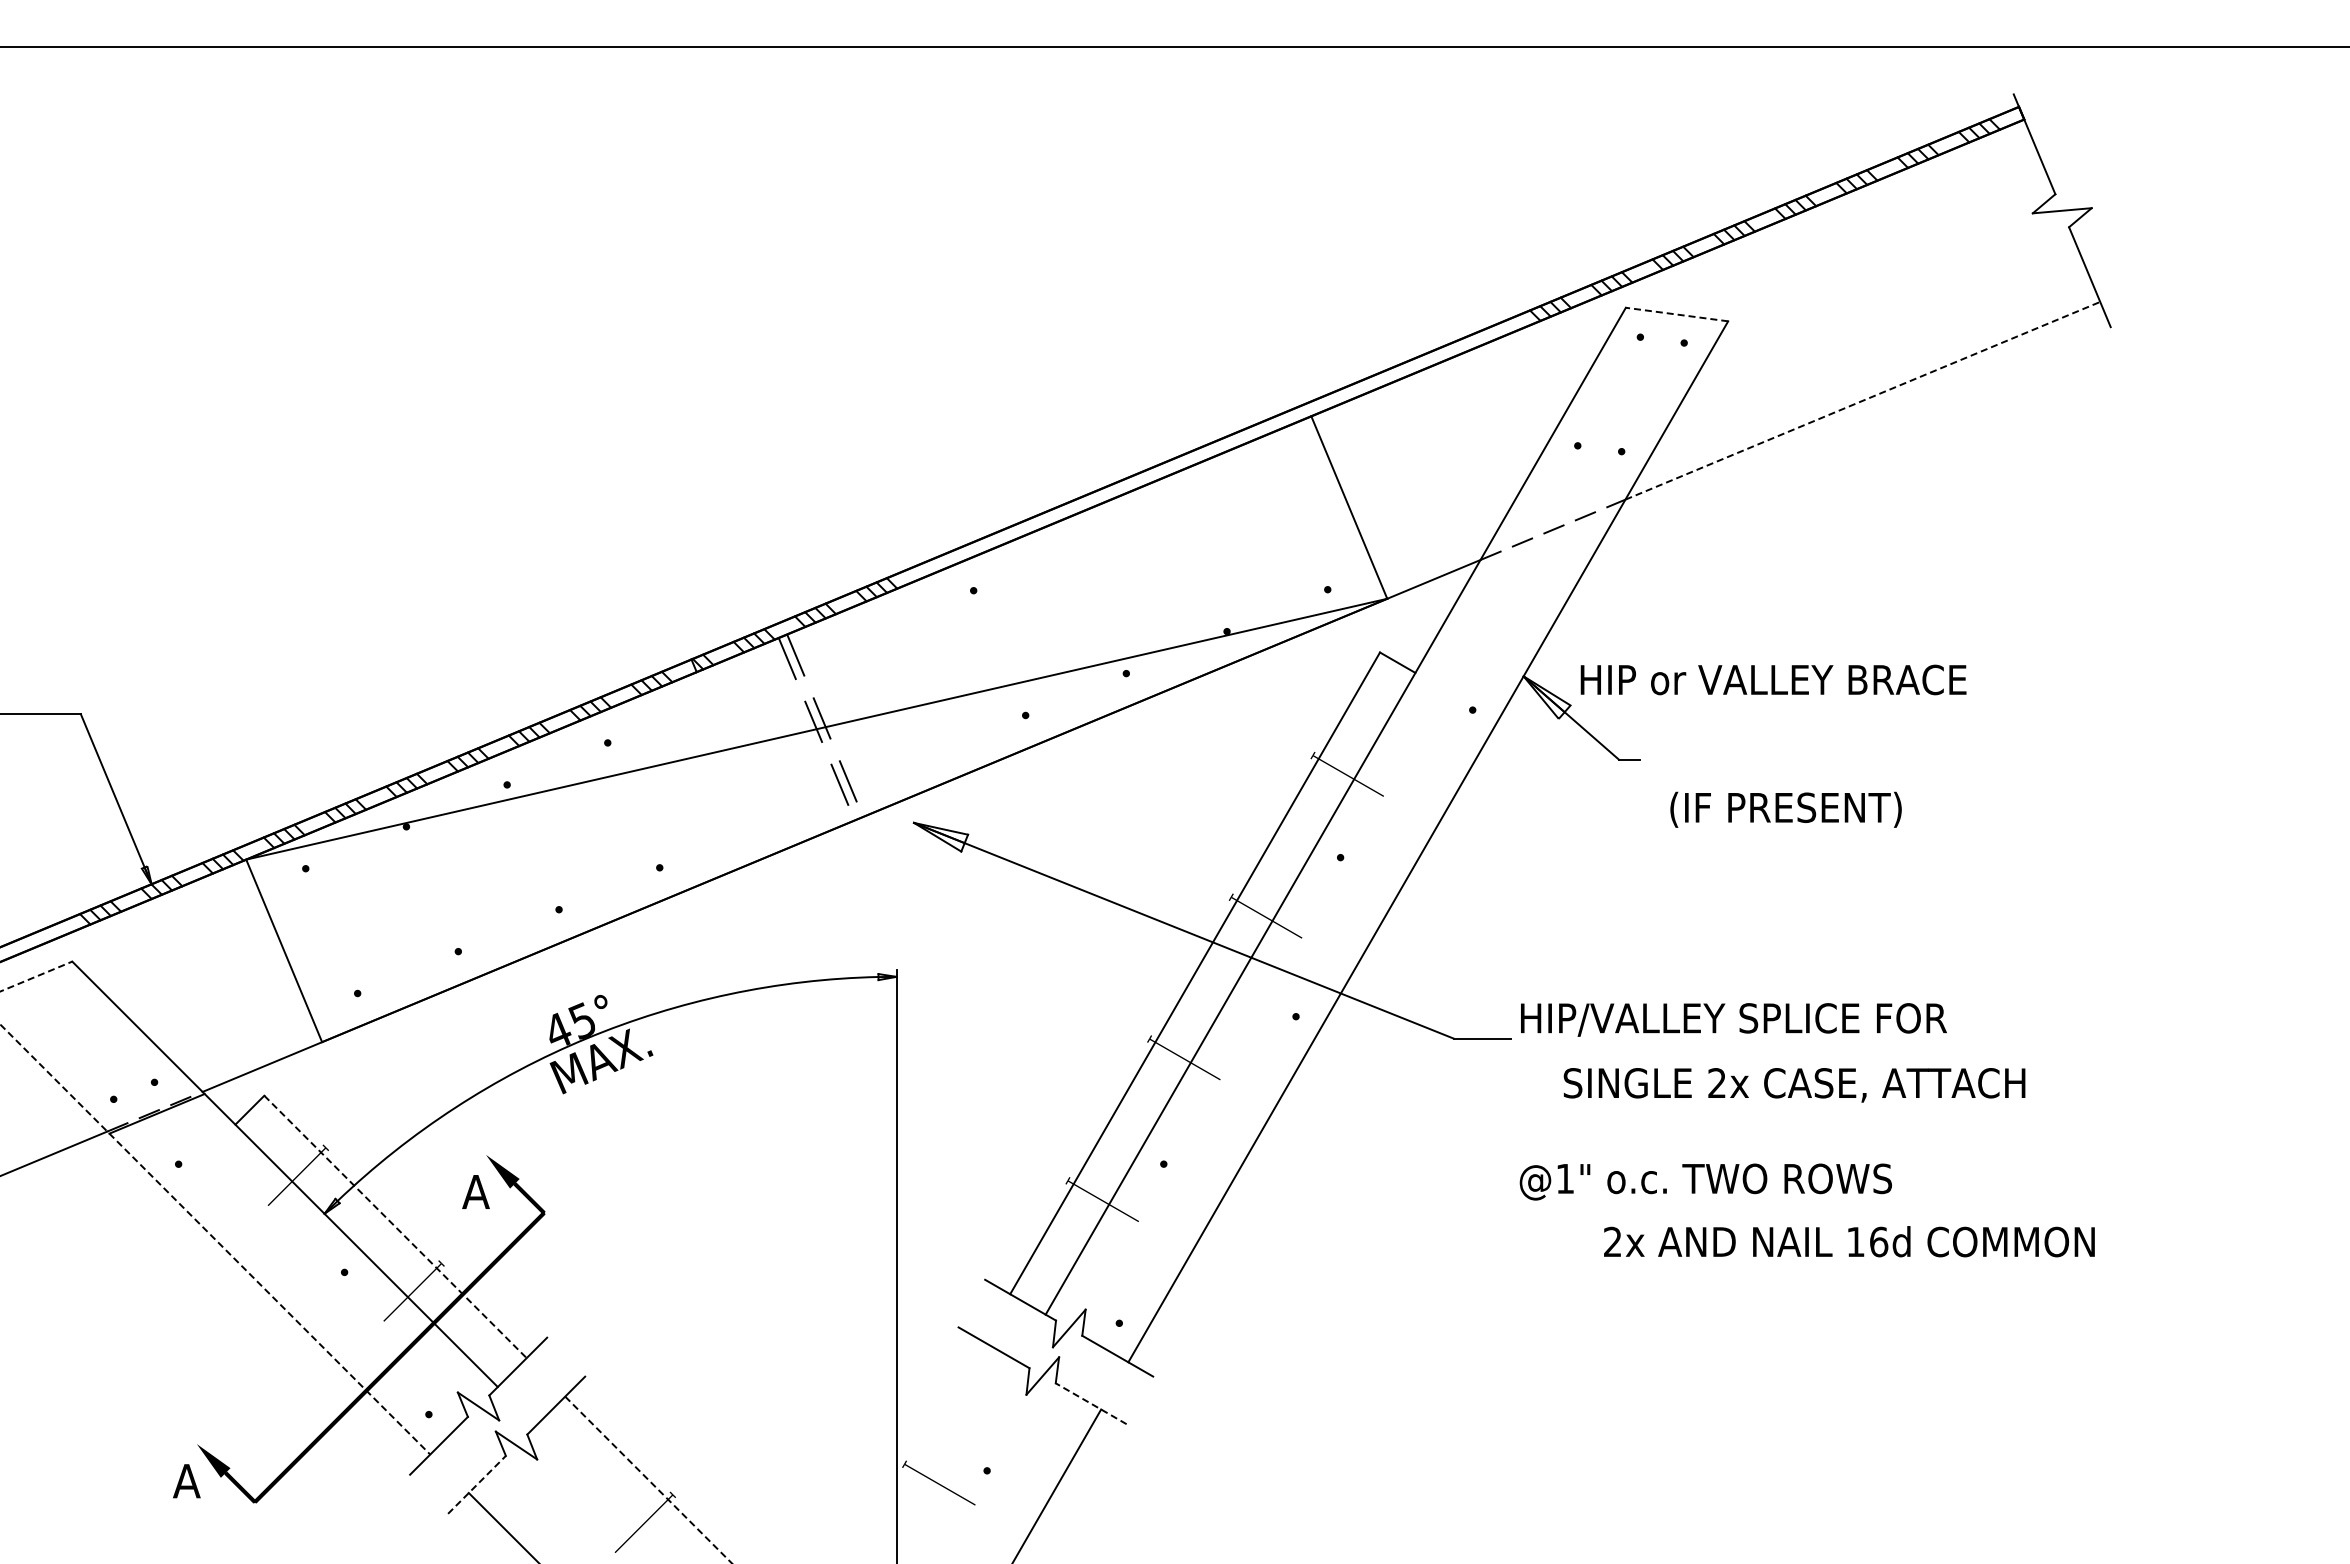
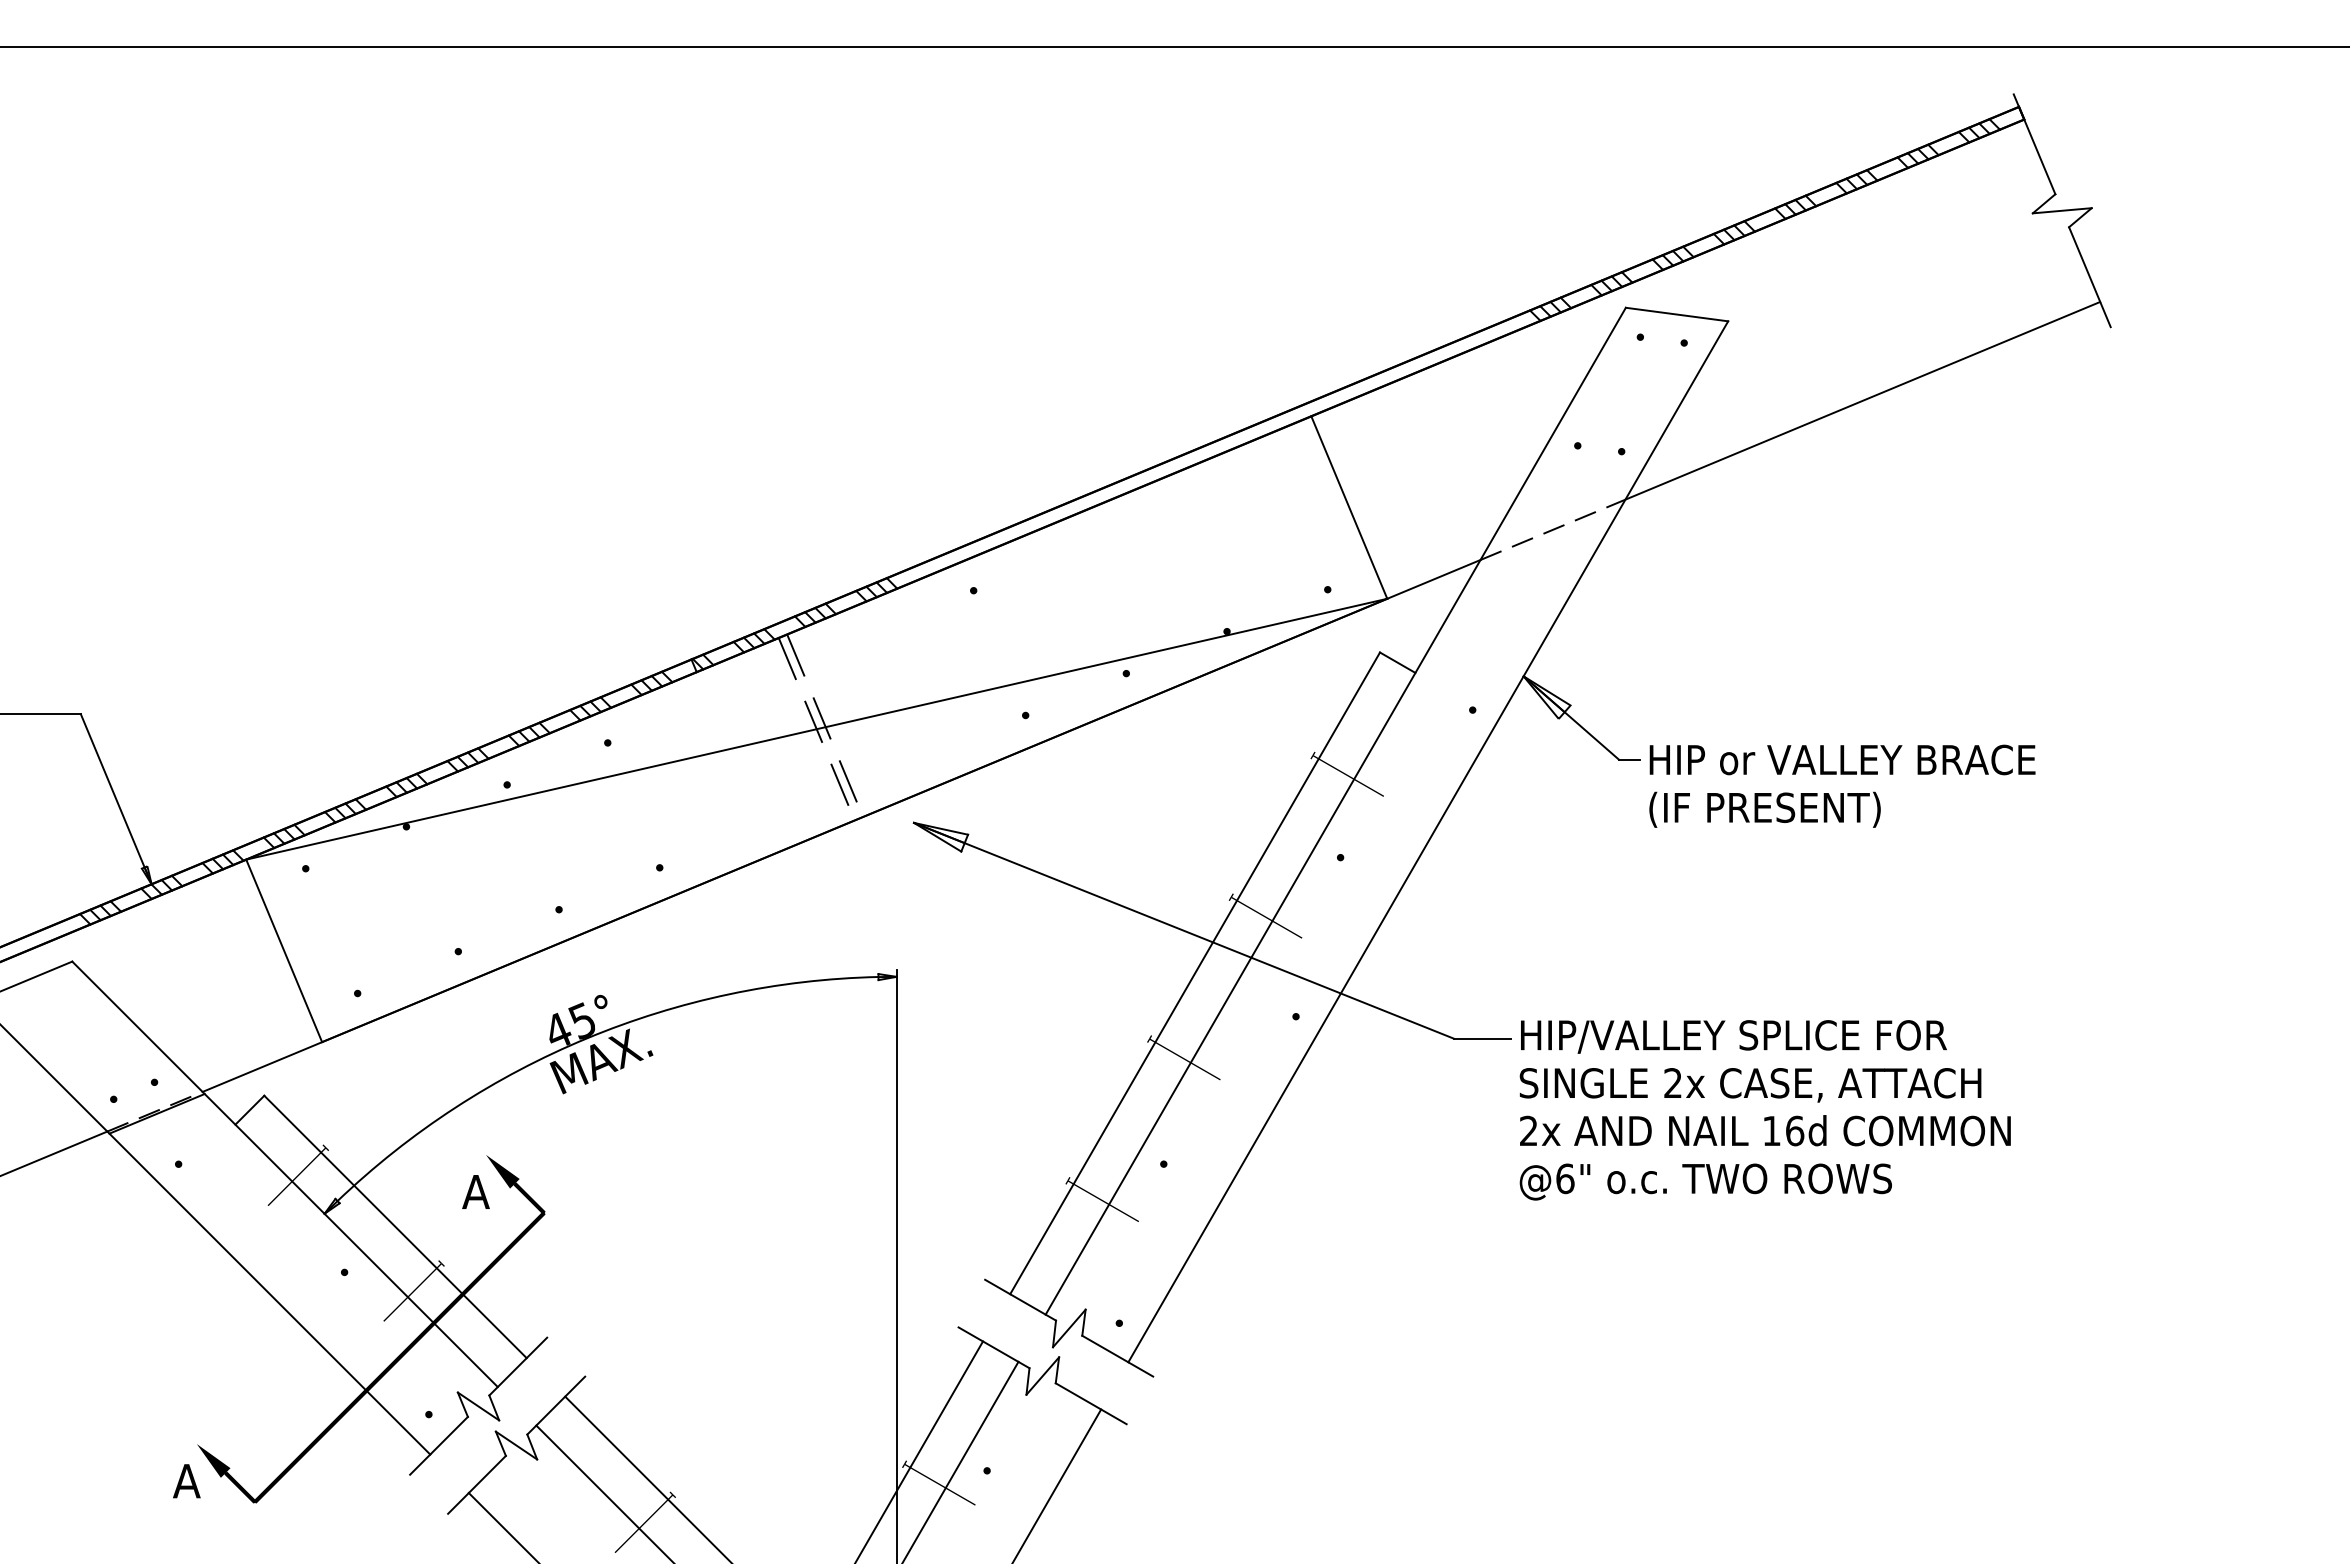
line at (1677, 314): dashed -> solid
line at (1863, 400): dashed -> solid
text at (1773, 679) position: (1773, 679) -> (1842, 759)
text at (1785, 809) position: (1785, 809) -> (1764, 809)
line at (36, 976): dashed -> solid
text at (1733, 1019) position: (1733, 1019) -> (1733, 1036)
text at (1794, 1085) position: (1794, 1085) -> (1750, 1085)
text at (1565, 1178): @1" -> @6"
line at (395, 1226): dashed -> solid
line at (215, 1239): dashed -> solid
text at (1849, 1241) position: (1849, 1241) -> (1765, 1130)
line at (1091, 1403): dashed -> solid
line at (919, 1450): none -> present
line at (961, 1460): none -> present
line at (648, 1480): dashed -> solid
line at (477, 1484): dashed -> solid
line at (603, 1492): none -> present
